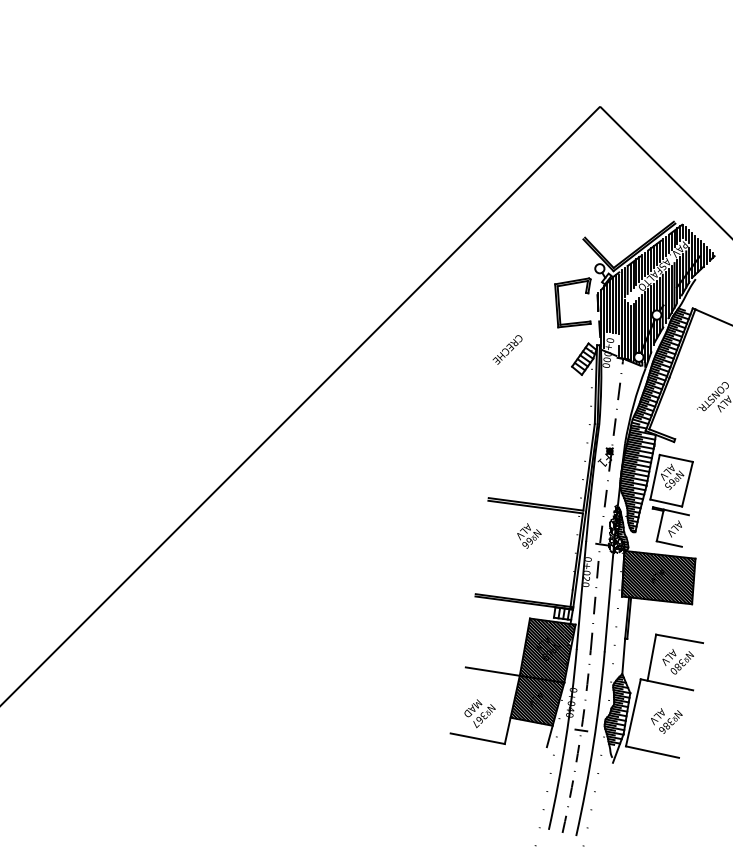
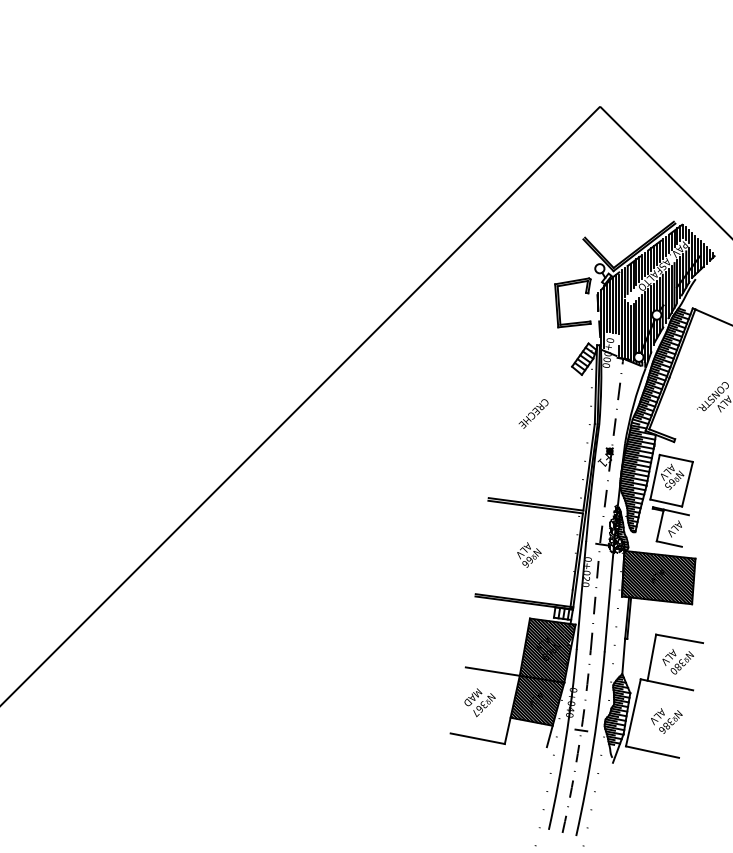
text at (507, 349) position: (507, 349) -> (533, 413)
text at (529, 535) position: (529, 535) -> (529, 554)
text at (479, 713) position: (479, 713) -> (479, 702)
